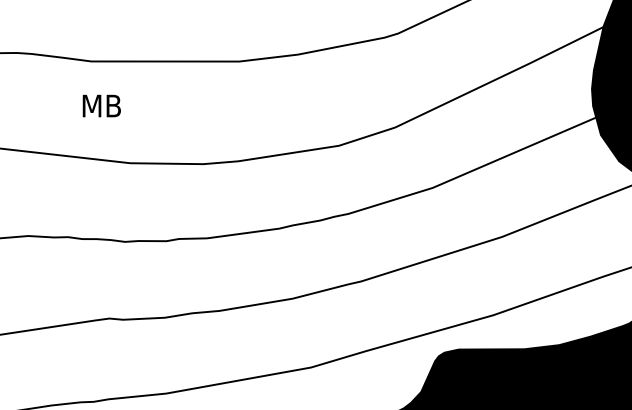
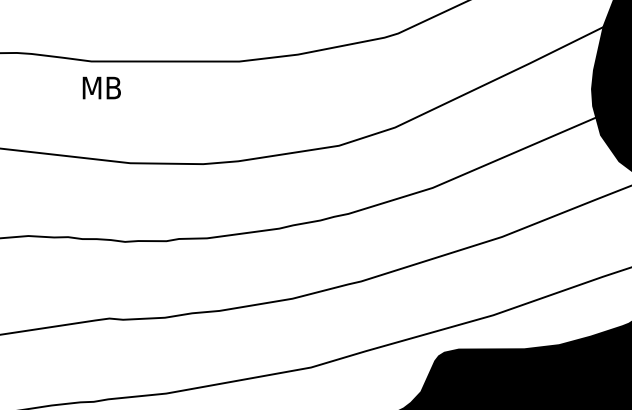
text at (101, 105) position: (101, 105) -> (101, 87)
